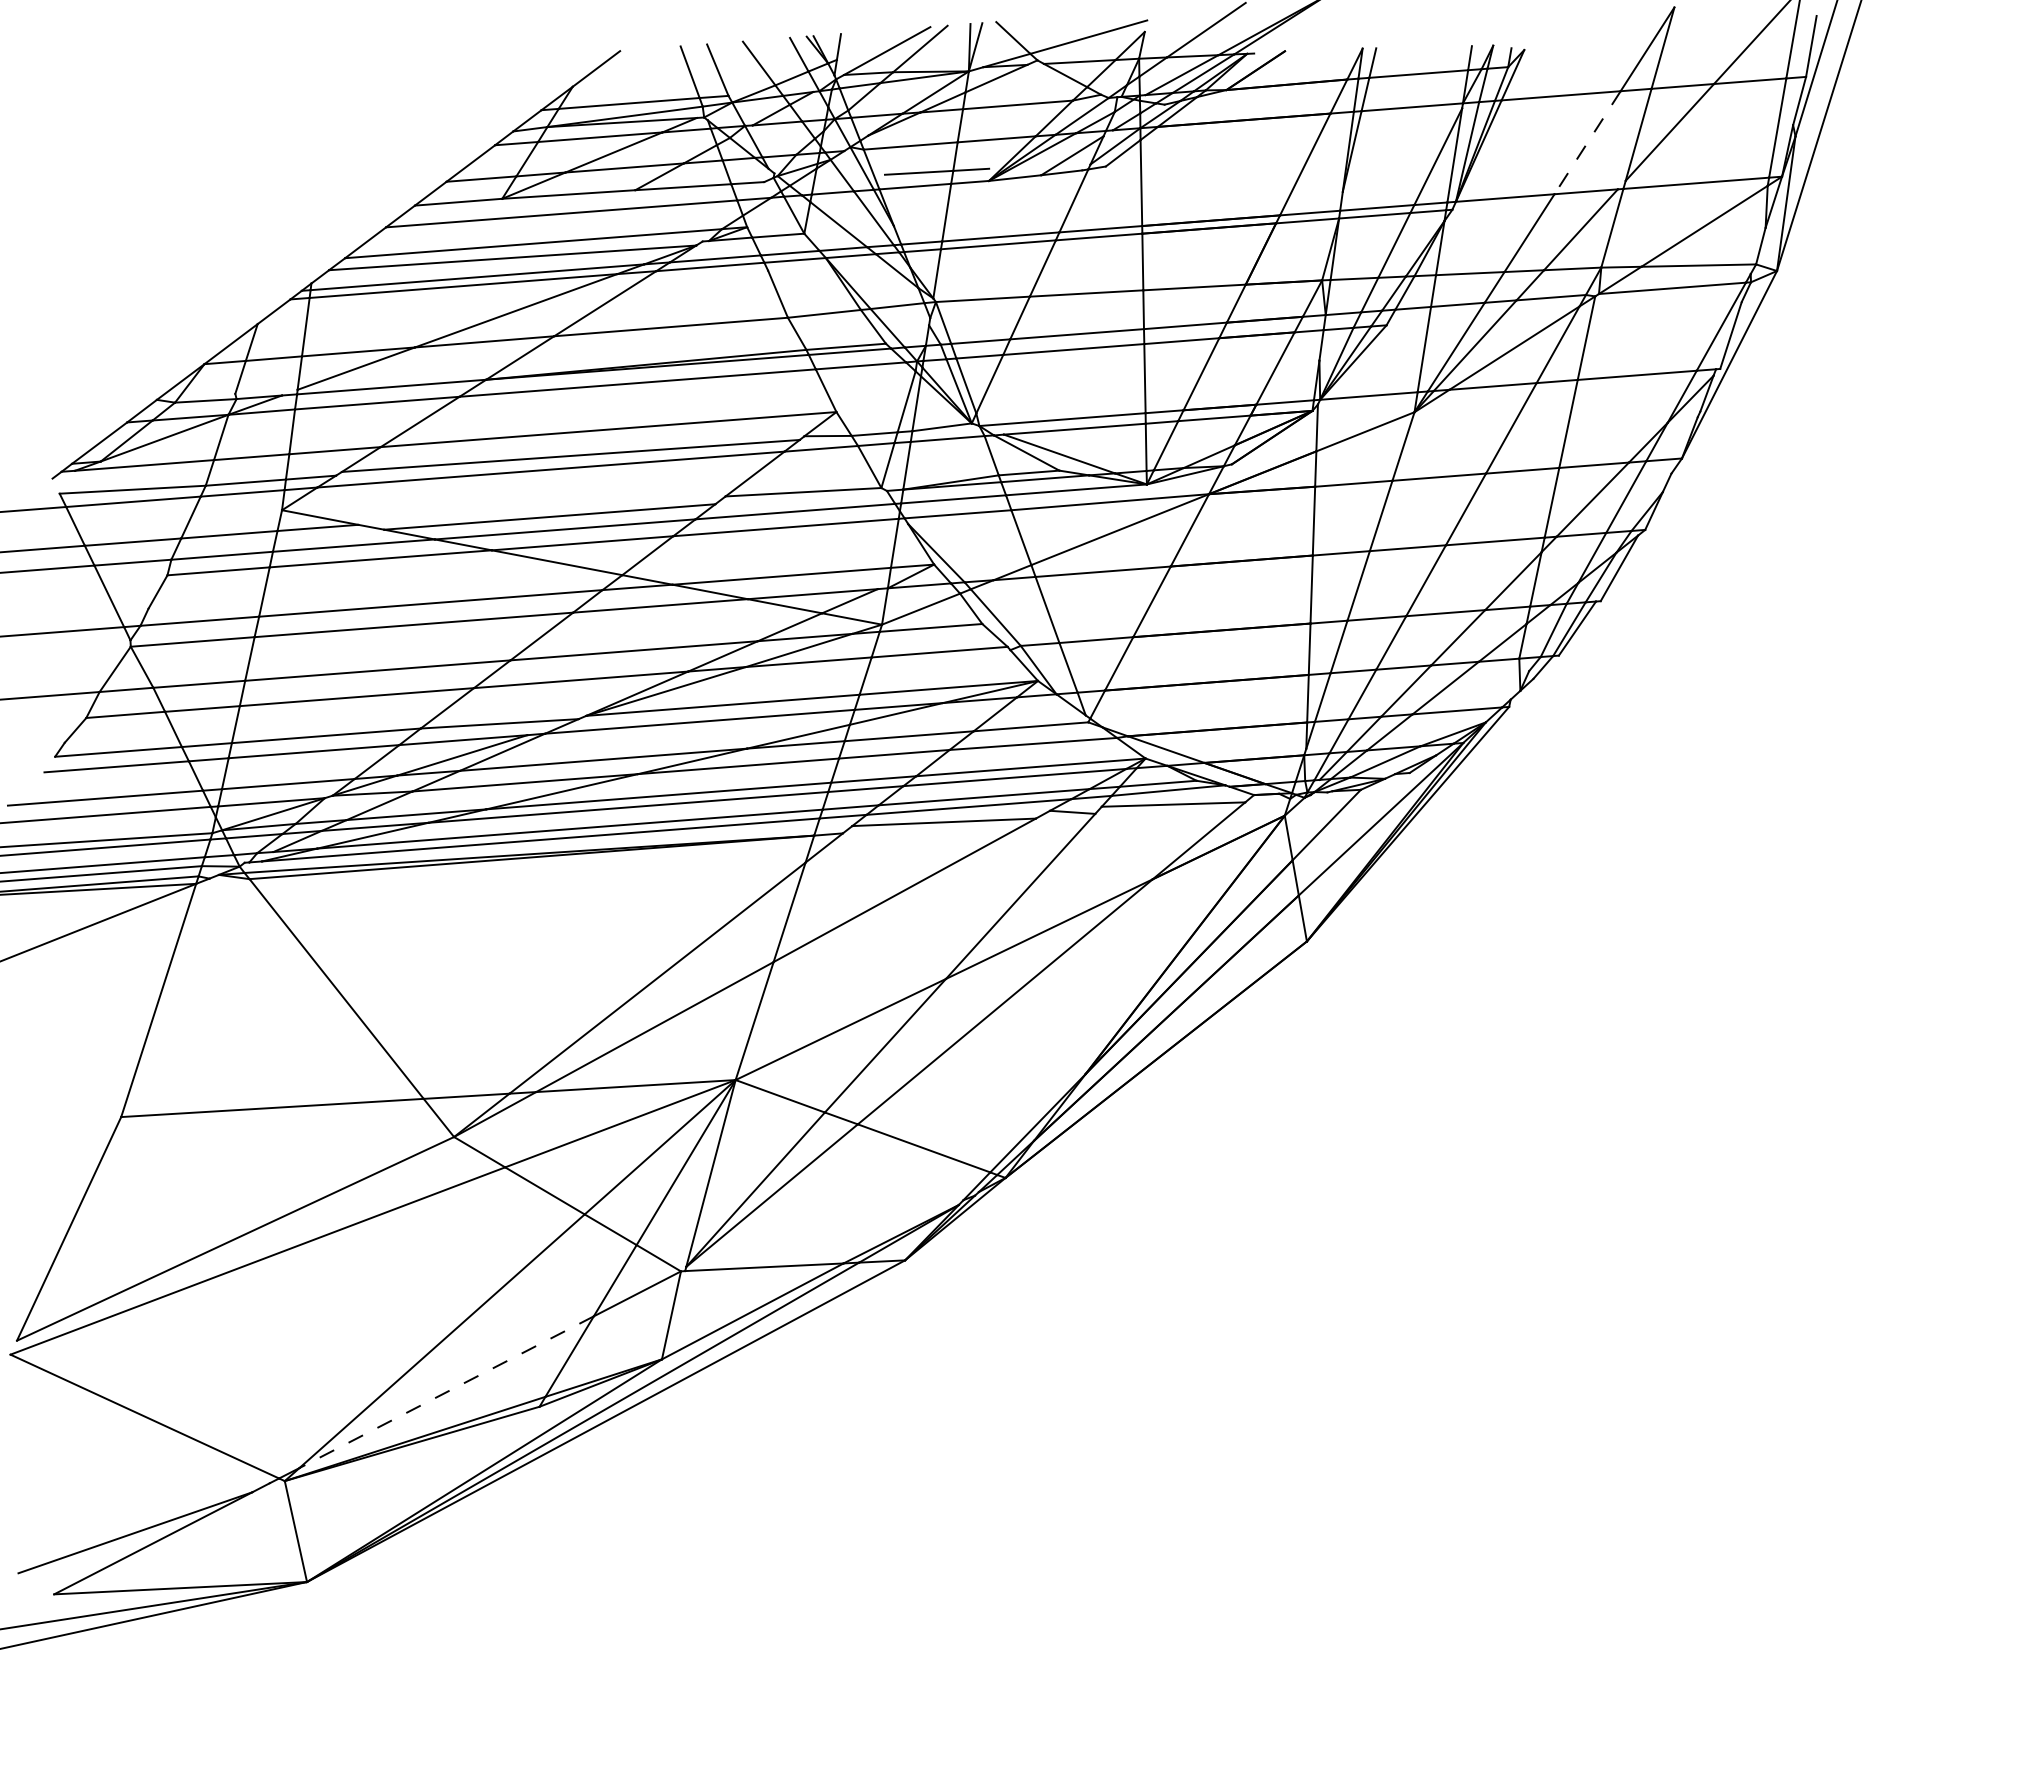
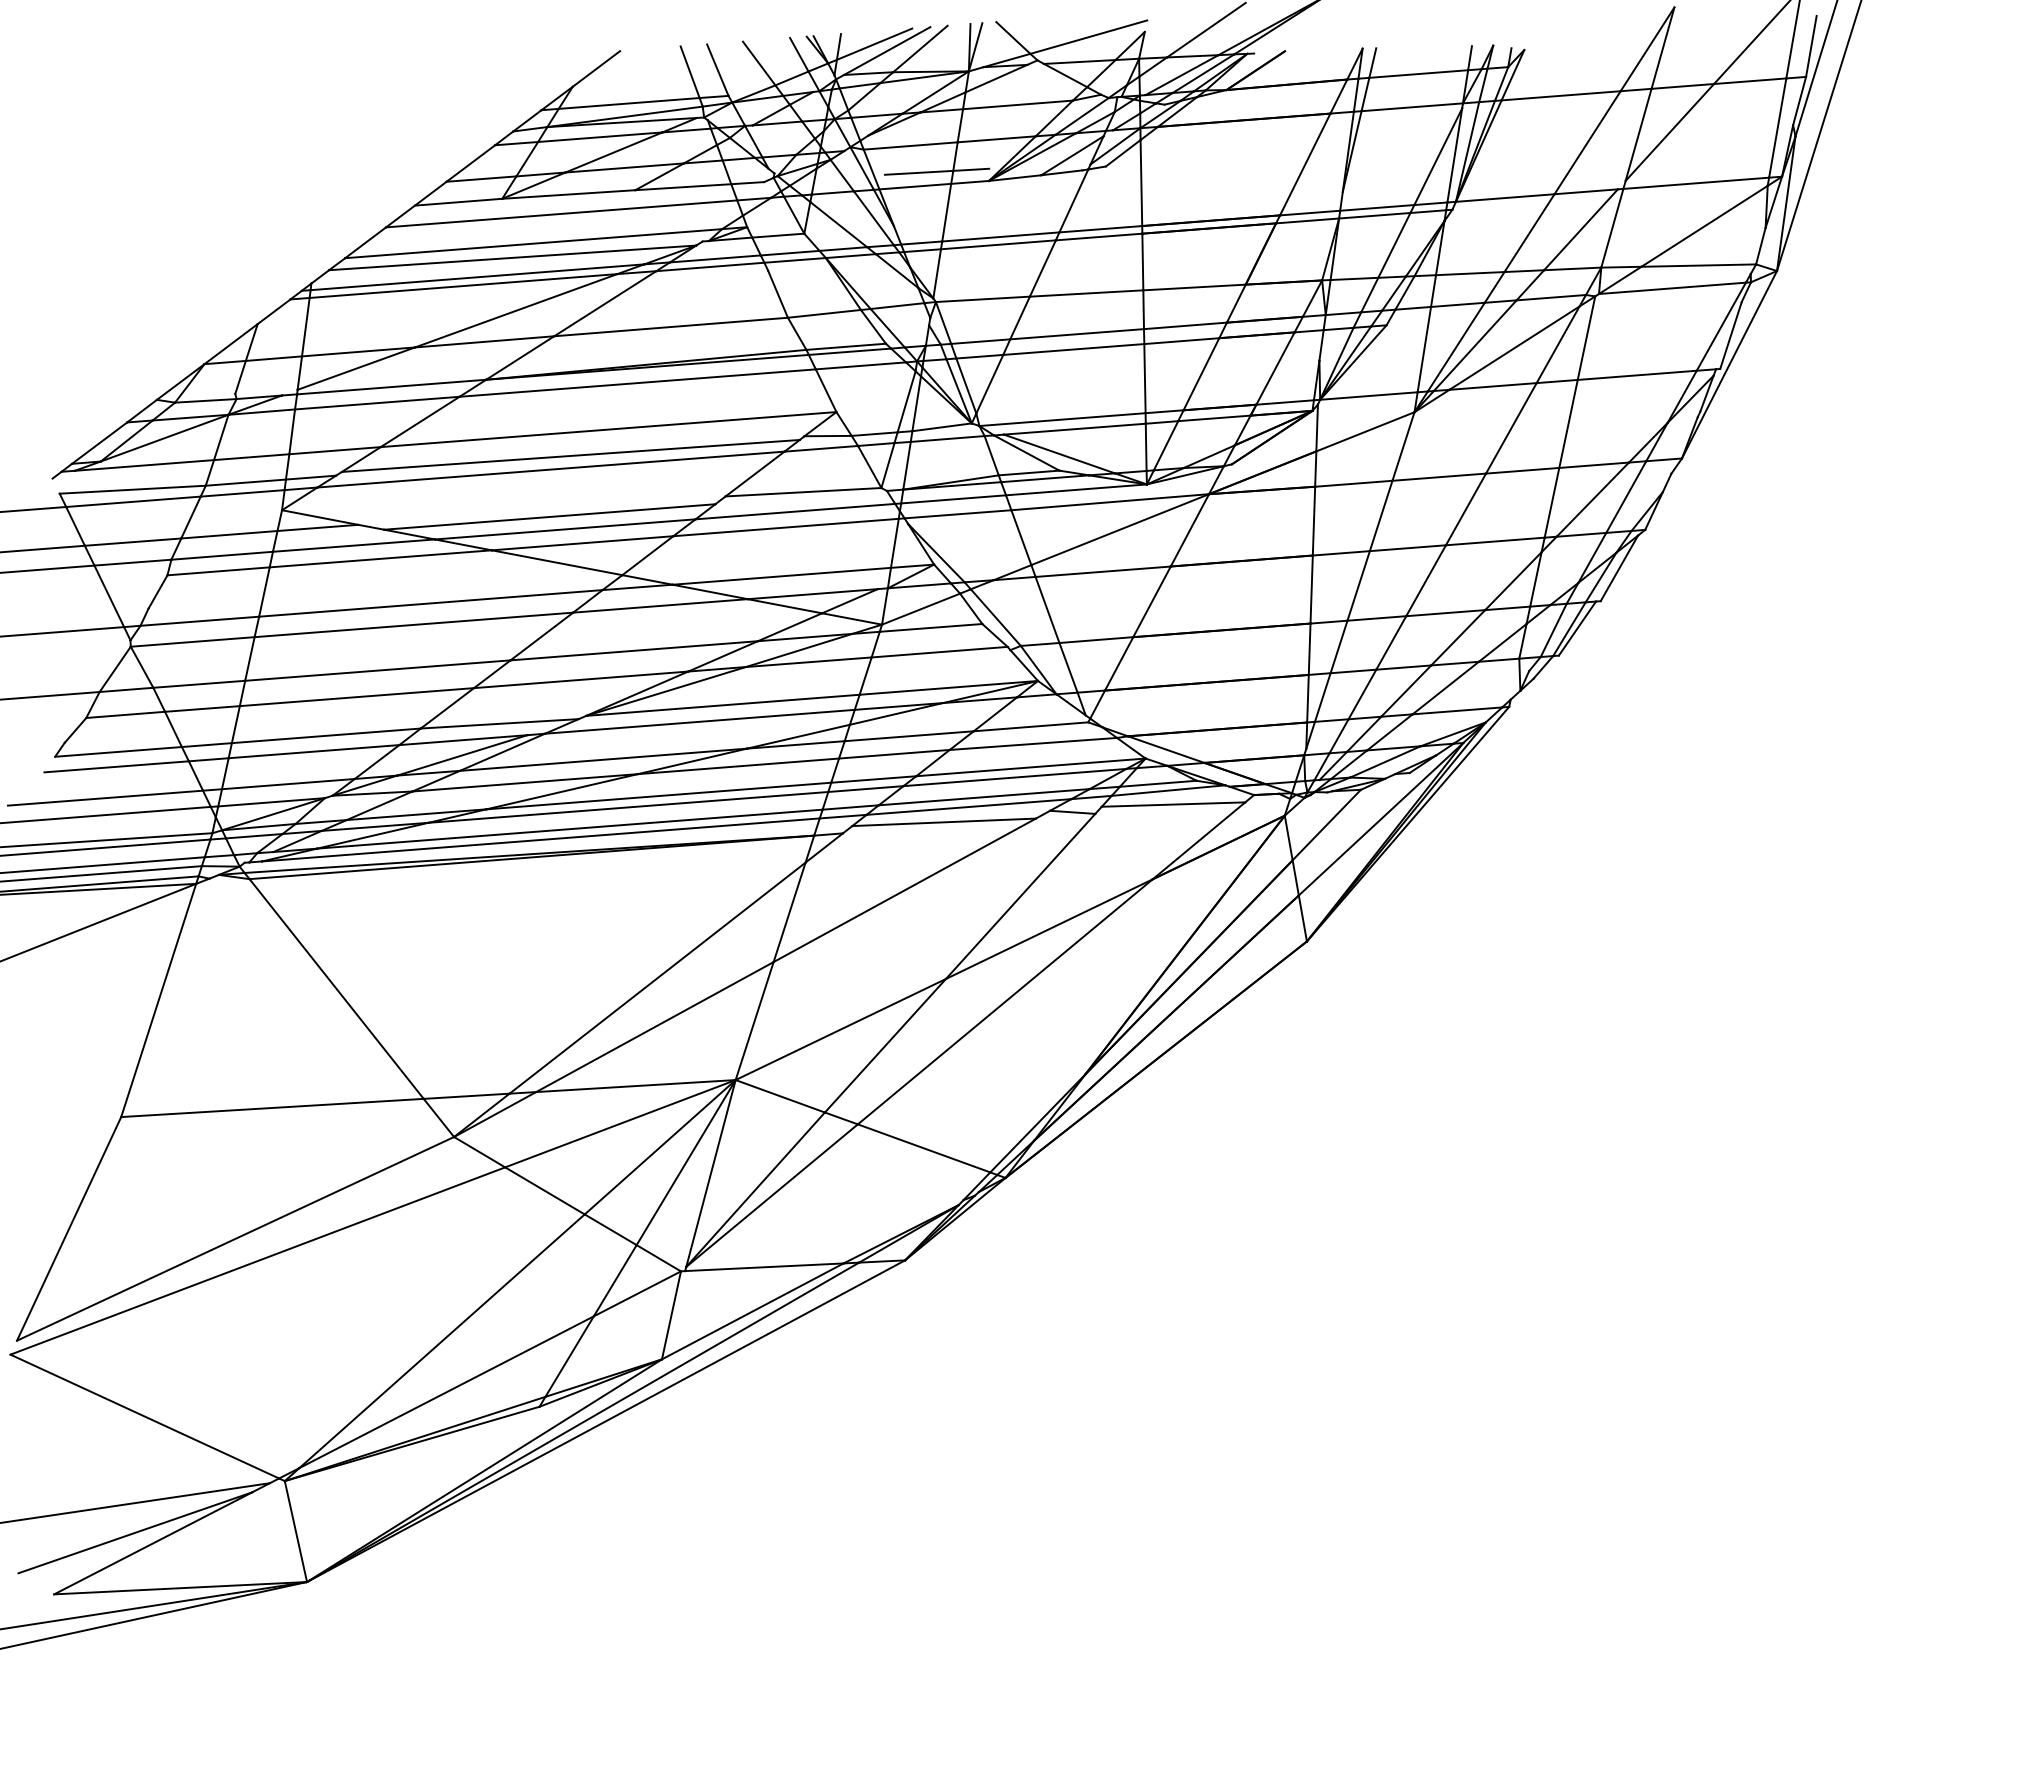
line at (874, 43): none -> present
line at (1587, 143): dashed -> solid
line at (446, 1392): dashed -> solid
line at (135, 1502): none -> present
